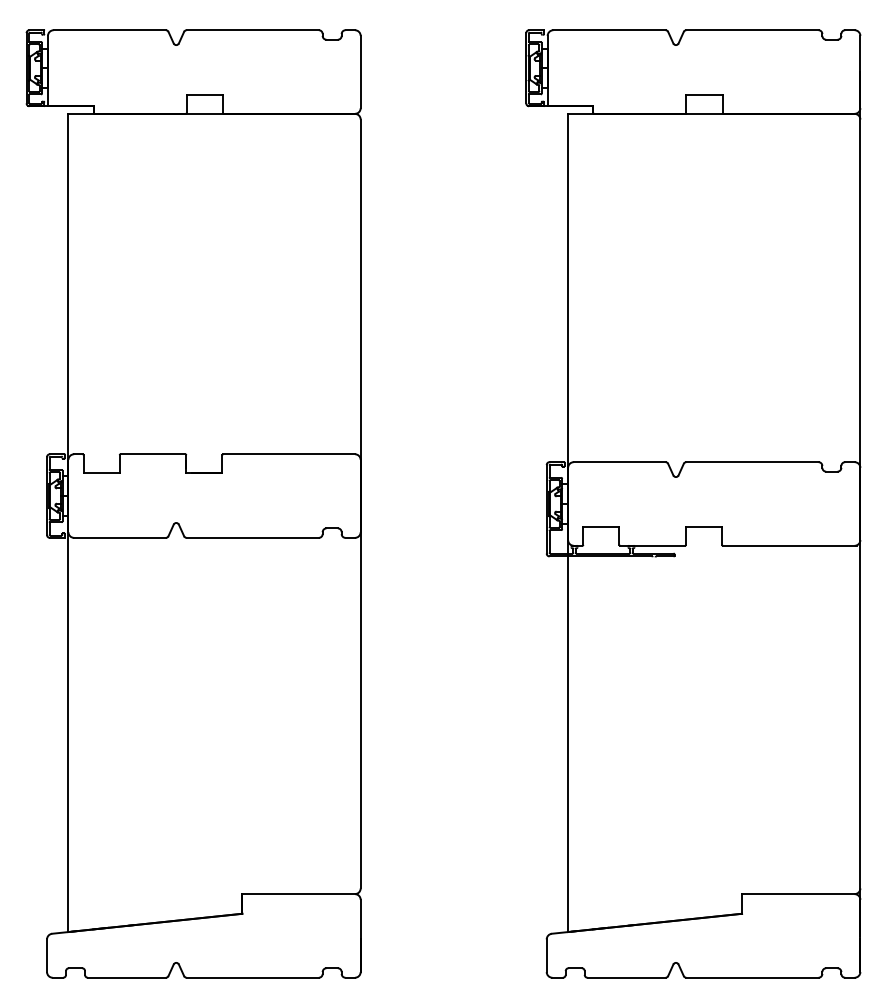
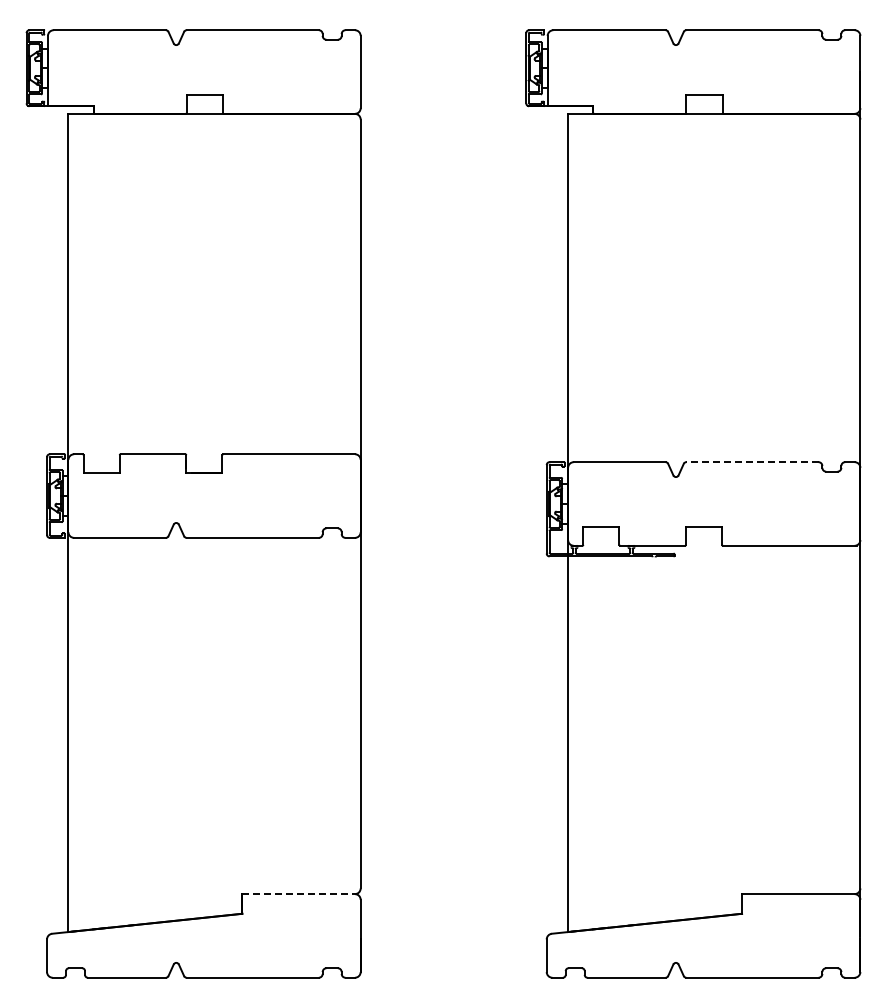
line at (751, 462): solid -> dashed
line at (299, 894): solid -> dashed
